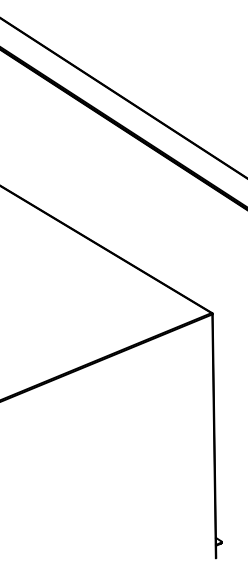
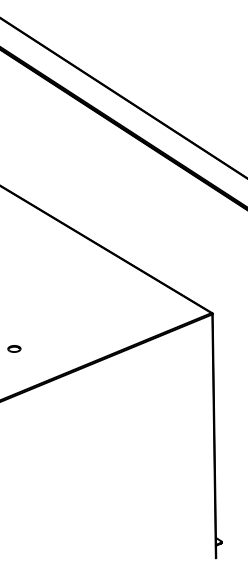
part at (14, 348): none -> present
